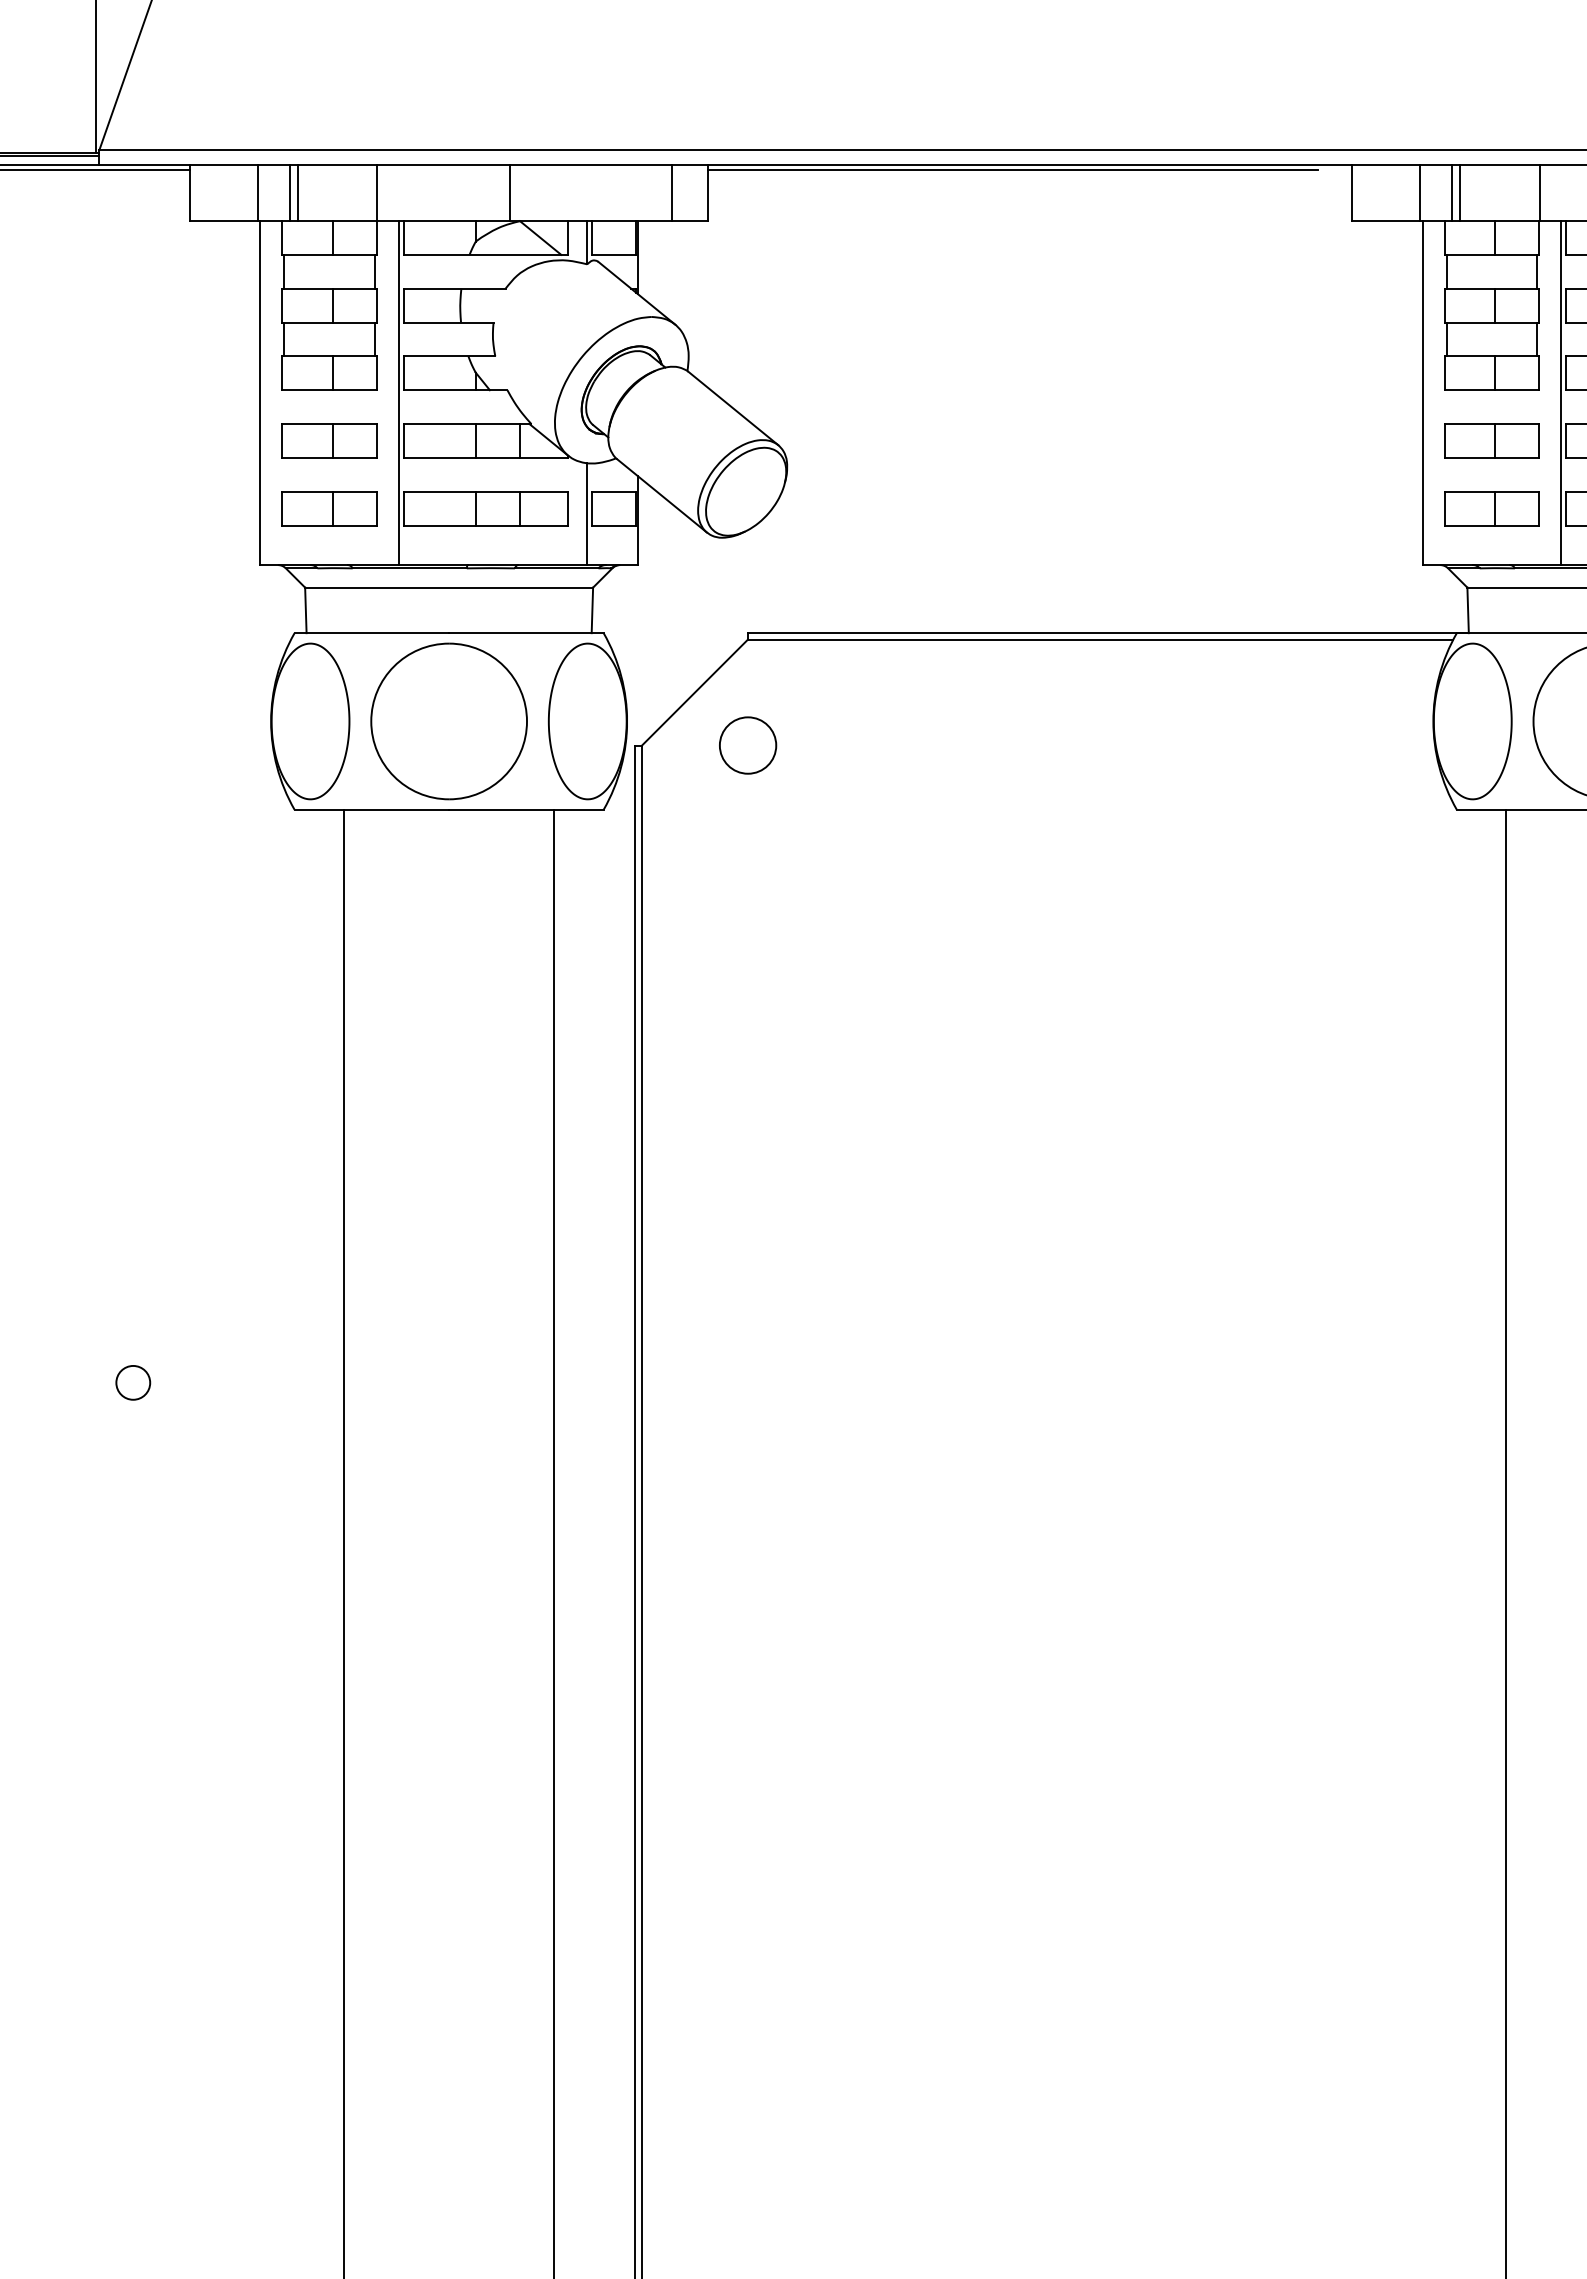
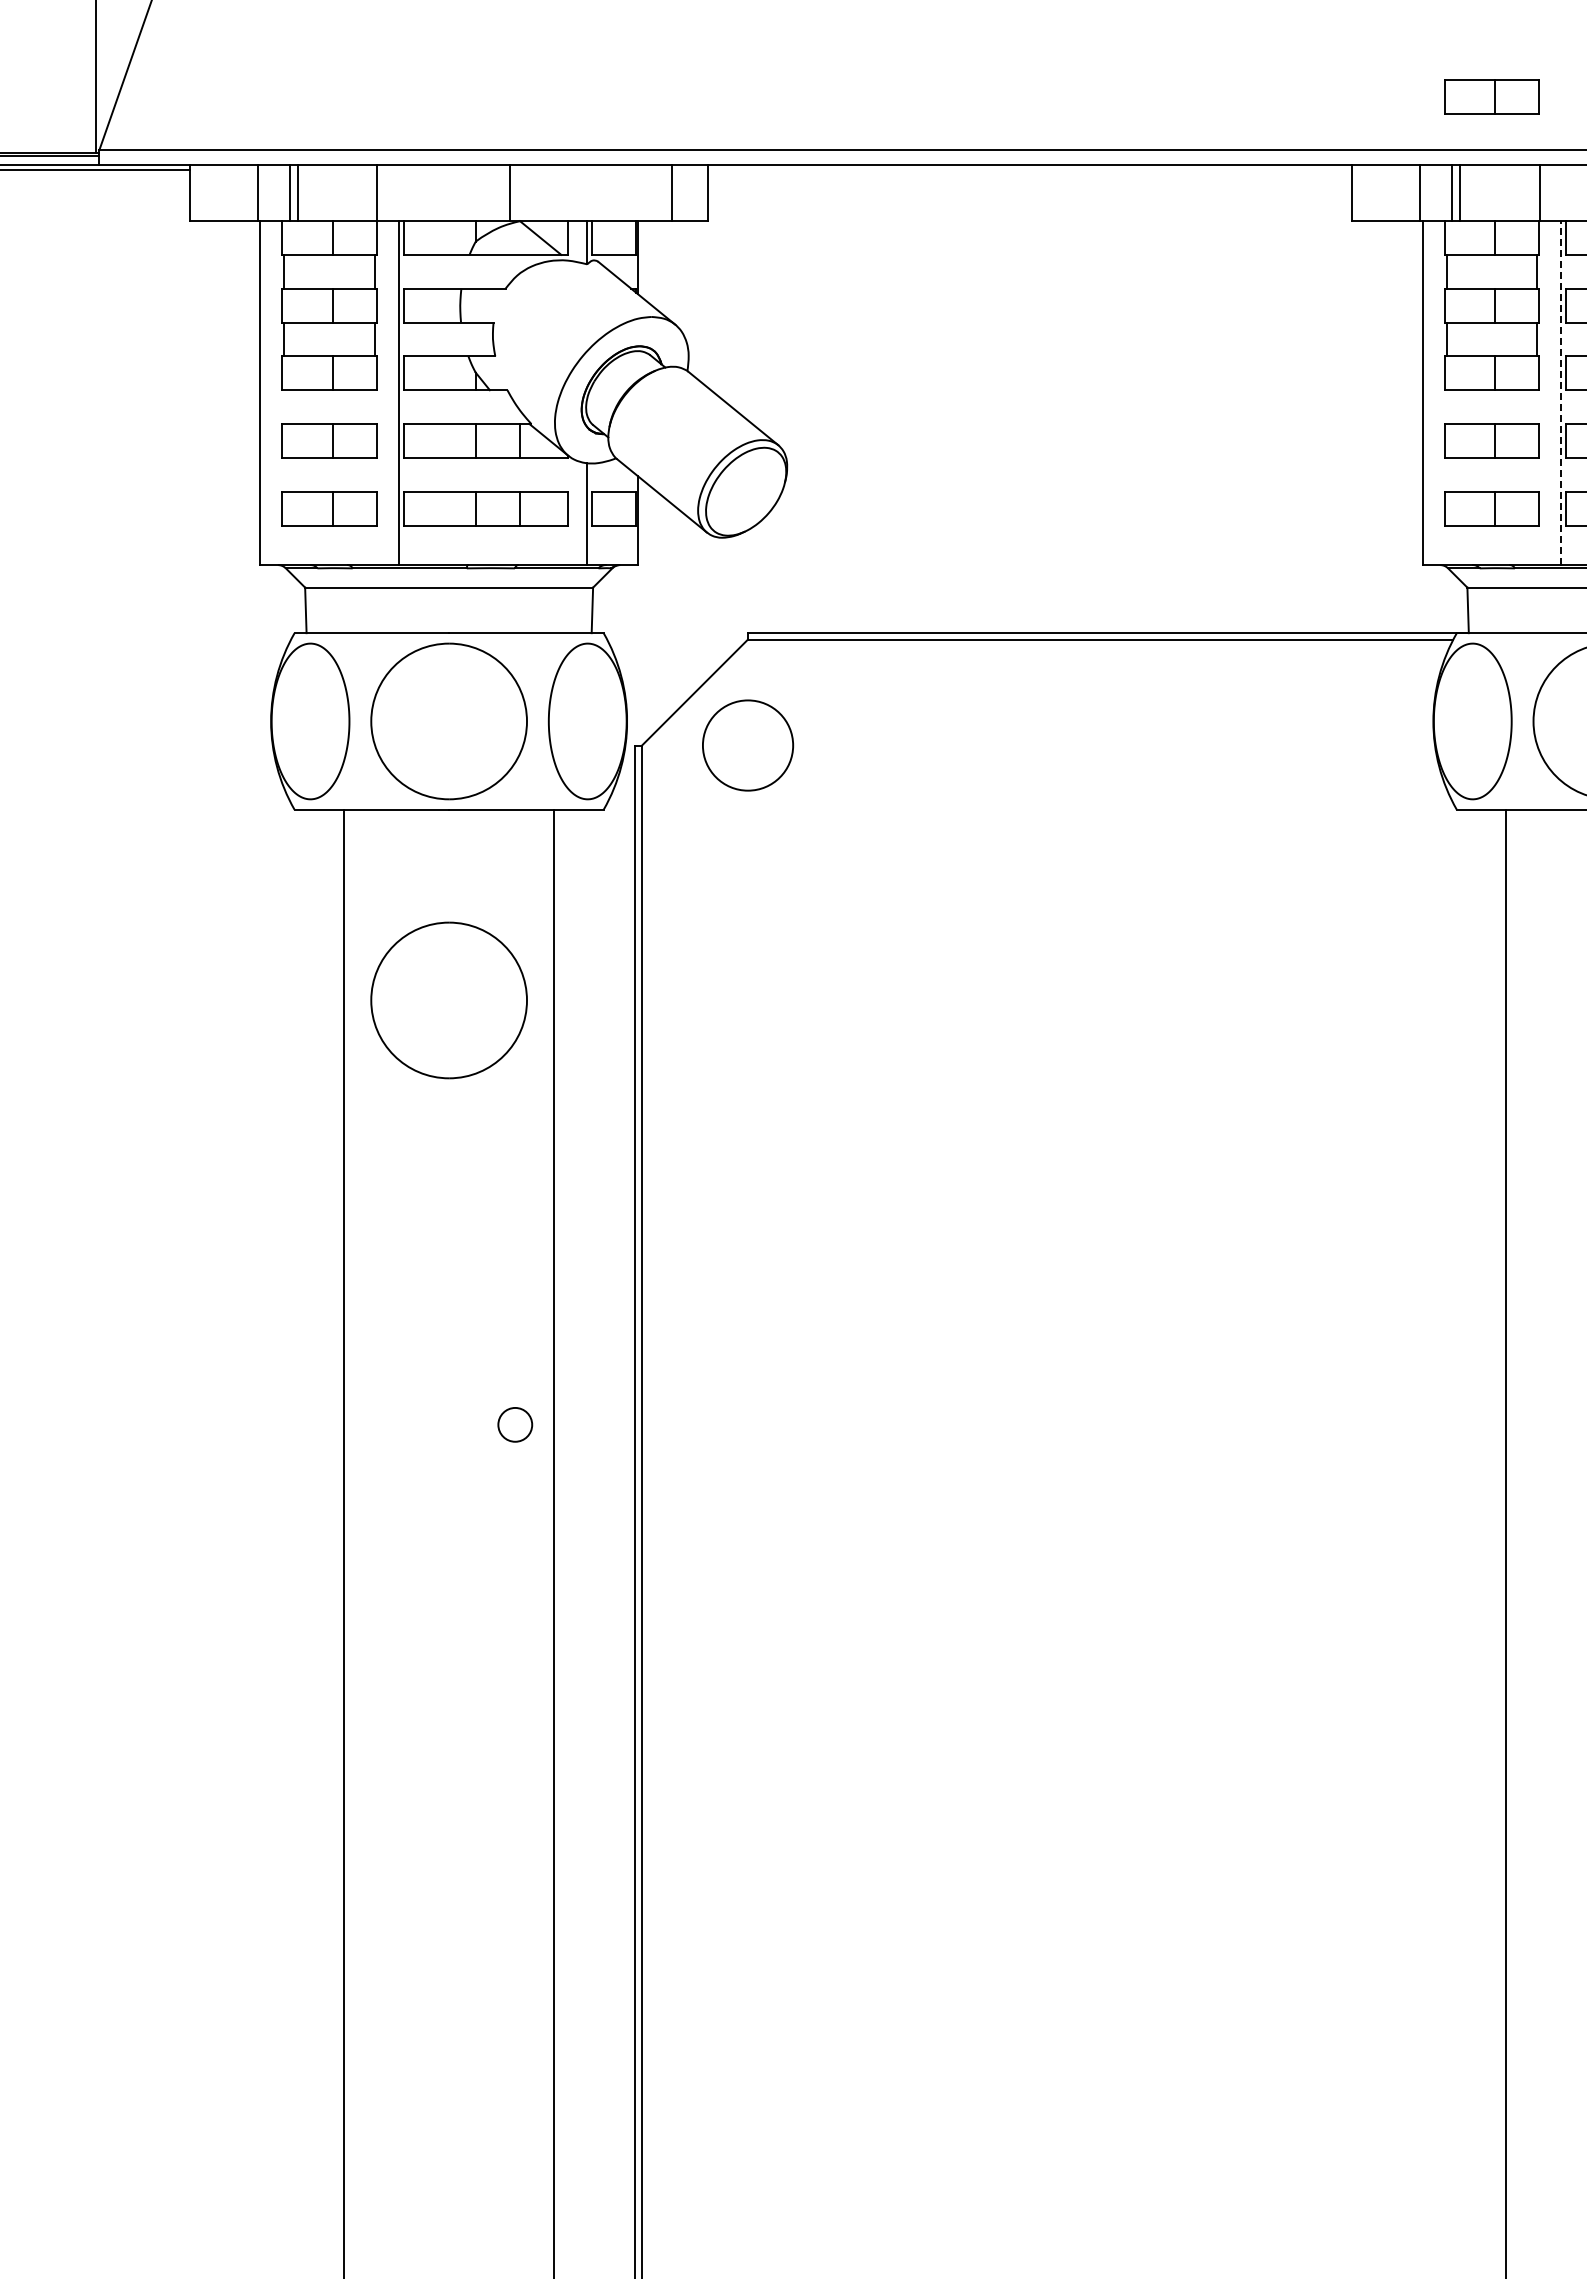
part at (1491, 96): none -> present
line at (1012, 170): present -> none
line at (1560, 392): solid -> dashed
circle at (747, 745) diameter: 56 px -> 90 px
part at (448, 1000): none -> present
circle at (133, 1382) position: (133, 1382) -> (515, 1424)
